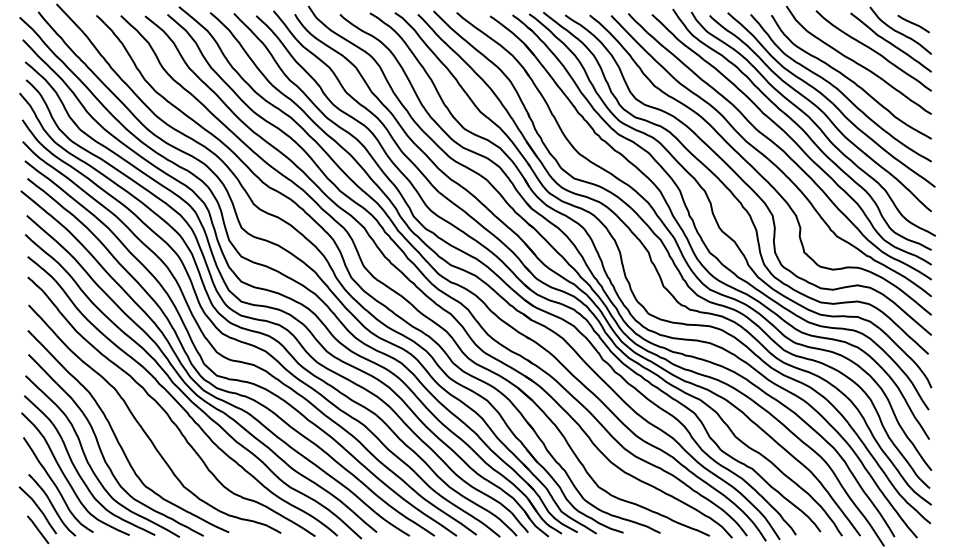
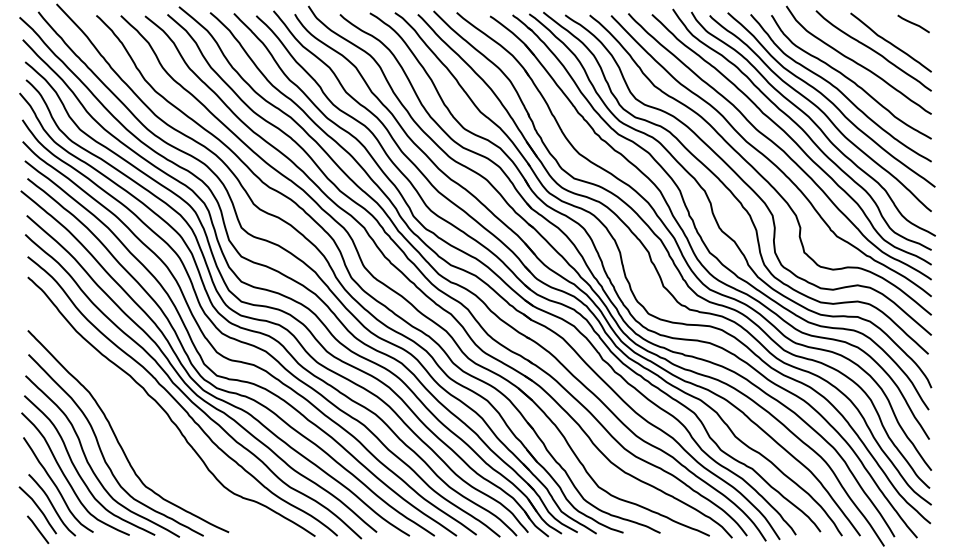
curve at (899, 31): present -> none
curve at (142, 426): present -> none
